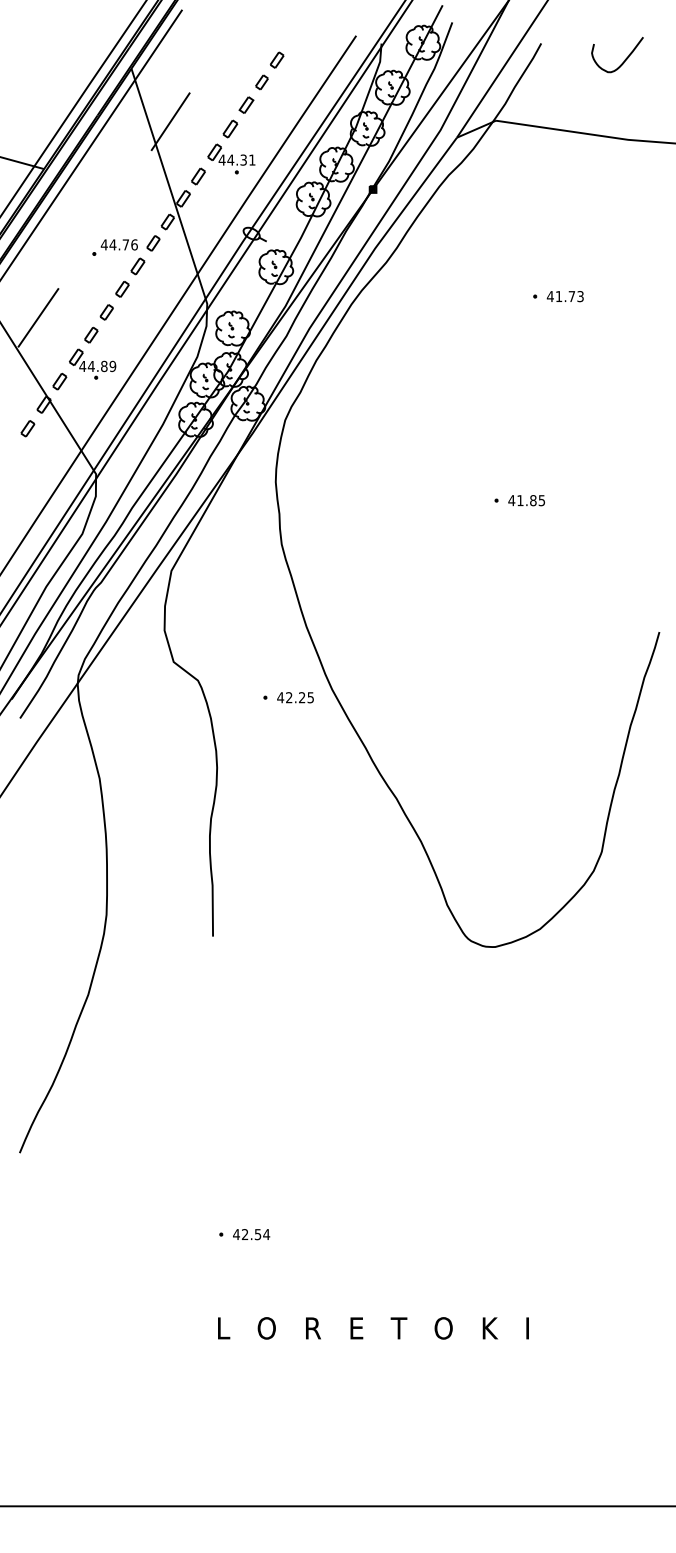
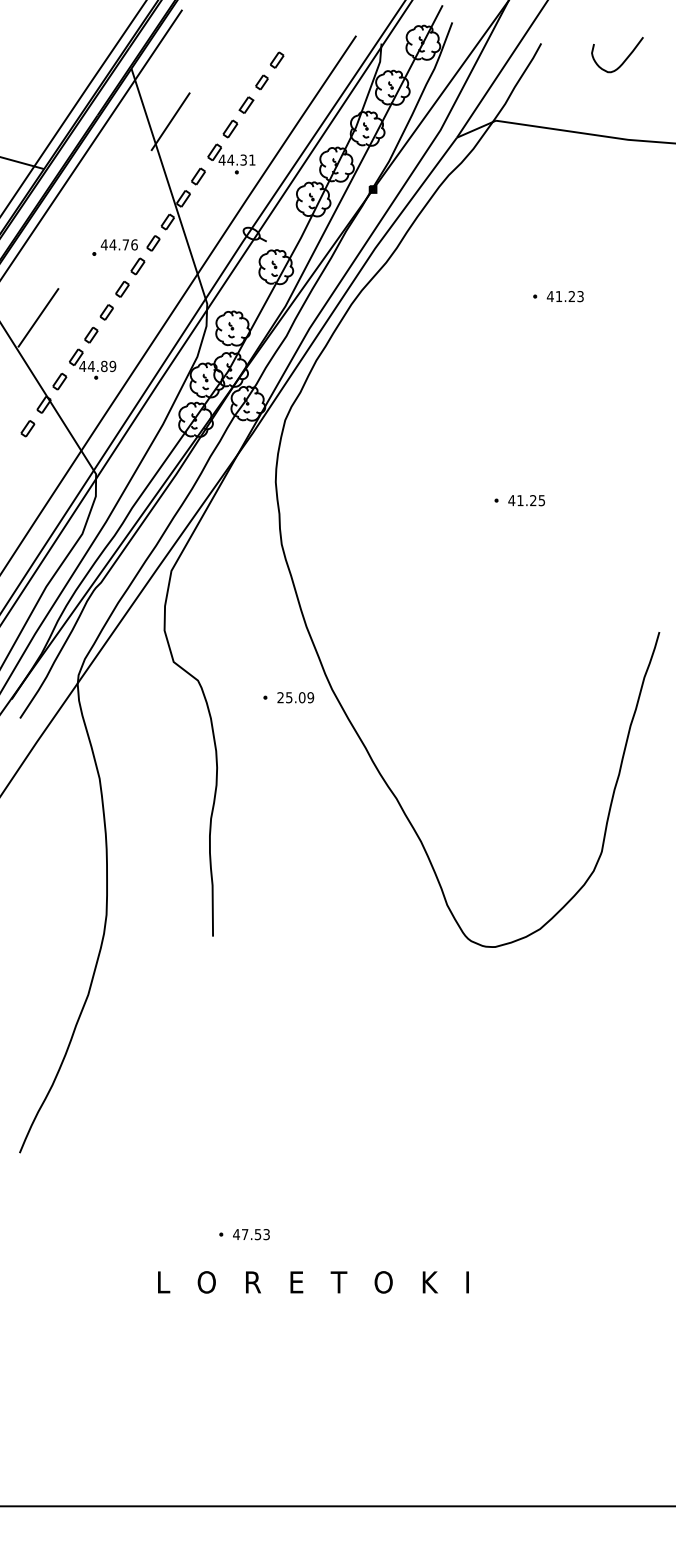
text at (571, 296): 41.73 -> 41.23
text at (533, 500): 41.85 -> 41.25
text at (295, 697): 42.25 -> 25.09
text at (255, 1234): 42.54 -> 47.53
text at (373, 1328) position: (373, 1328) -> (313, 1282)
